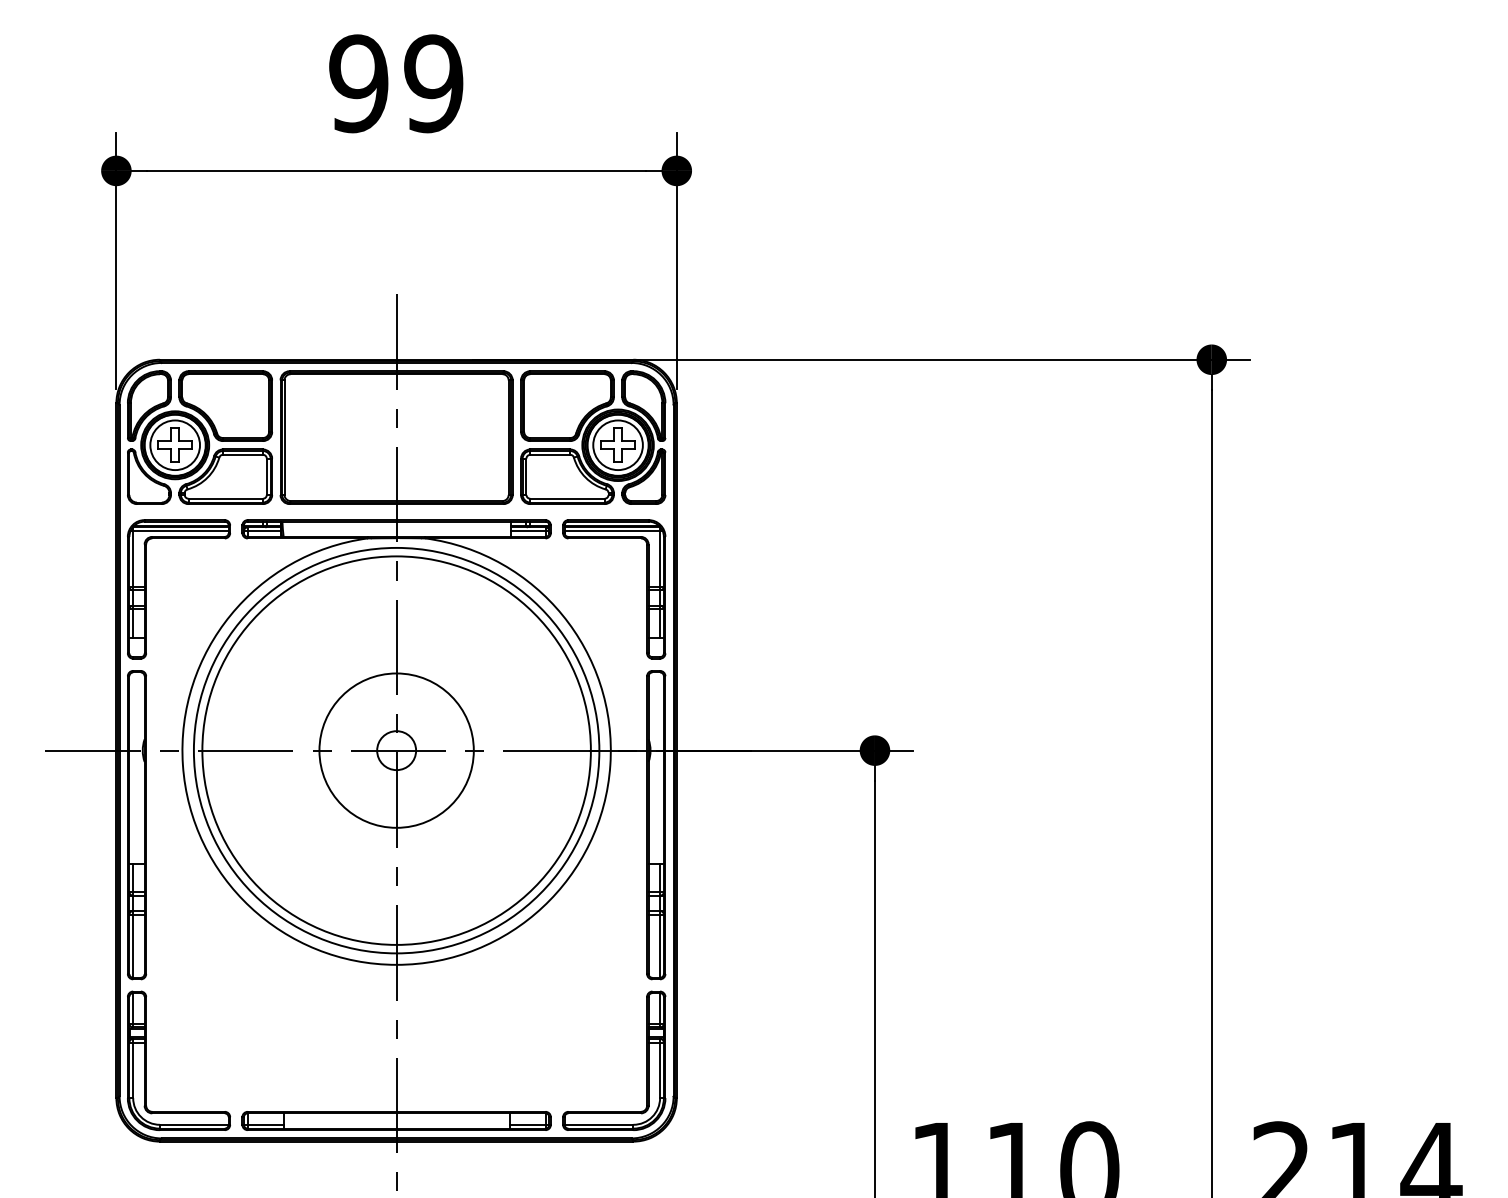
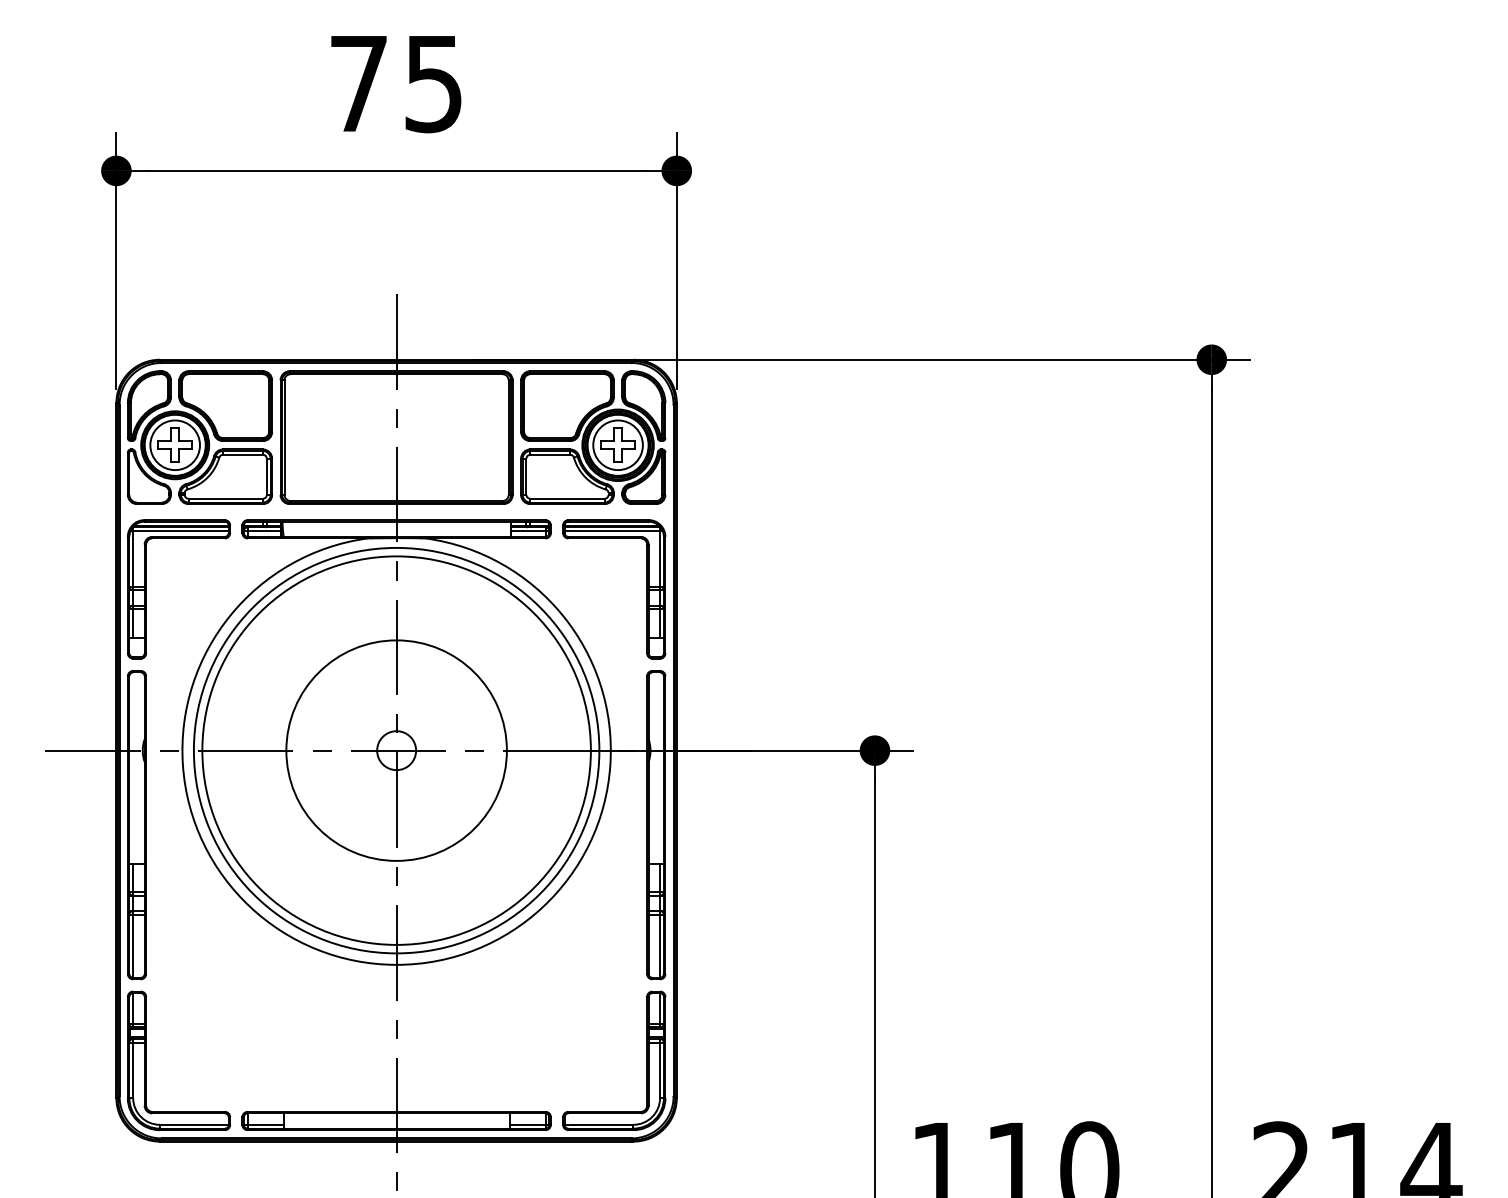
text at (396, 83): 99 -> 75
circle at (396, 750) diameter: 154 px -> 221 px
